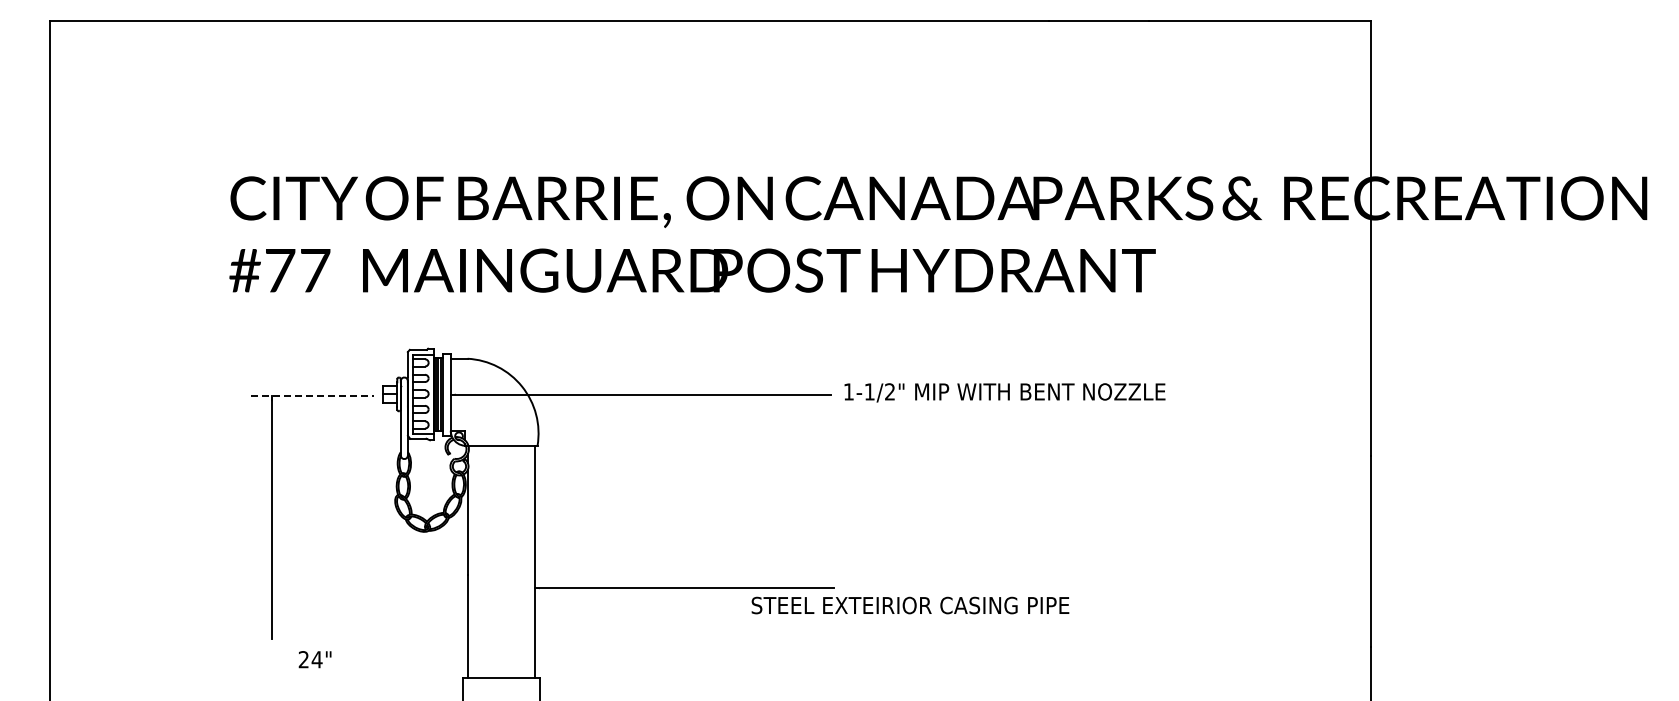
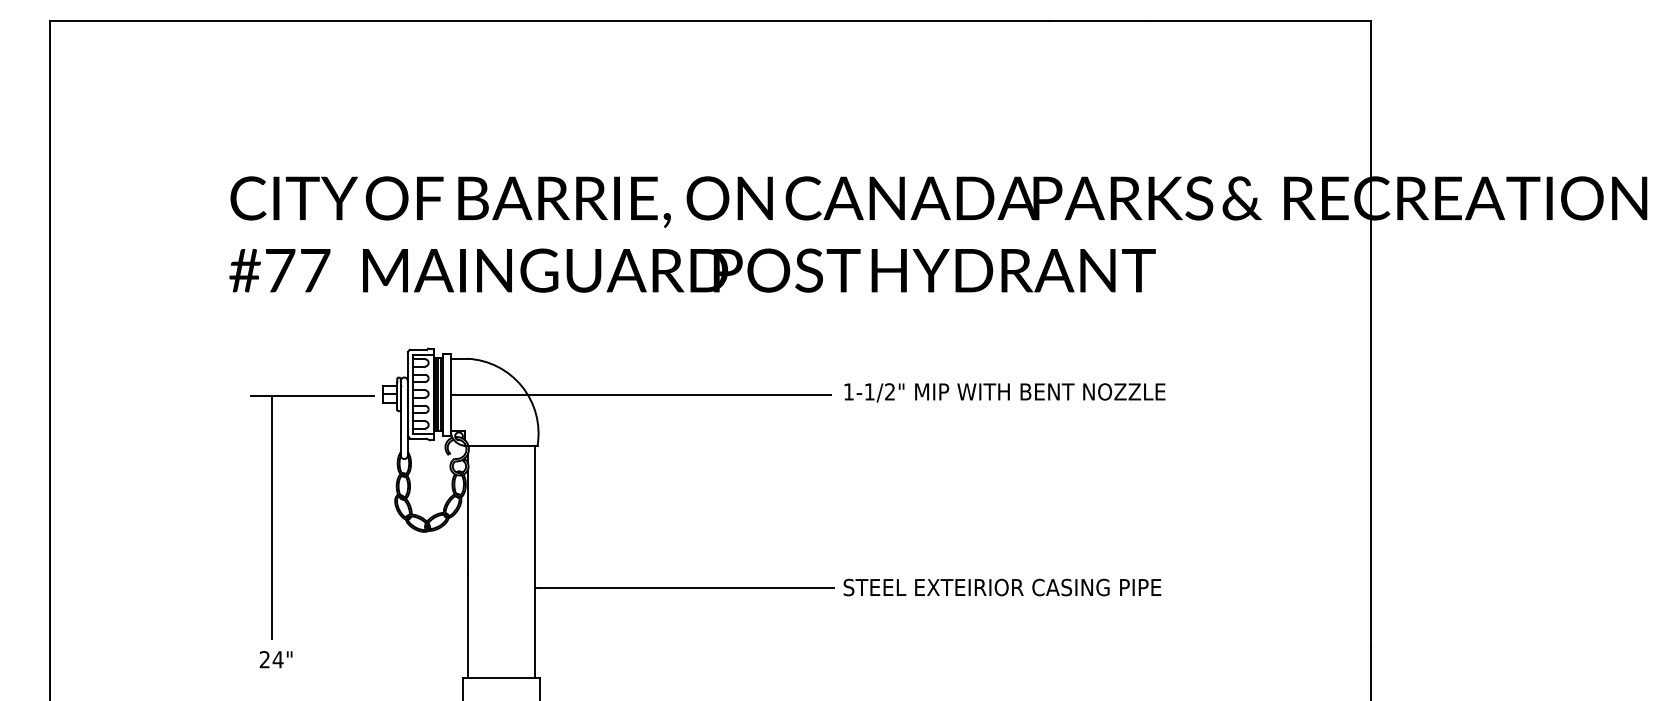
line at (312, 396): dashed -> solid
text at (910, 605) position: (910, 605) -> (1002, 587)
text at (314, 659) position: (314, 659) -> (275, 659)
